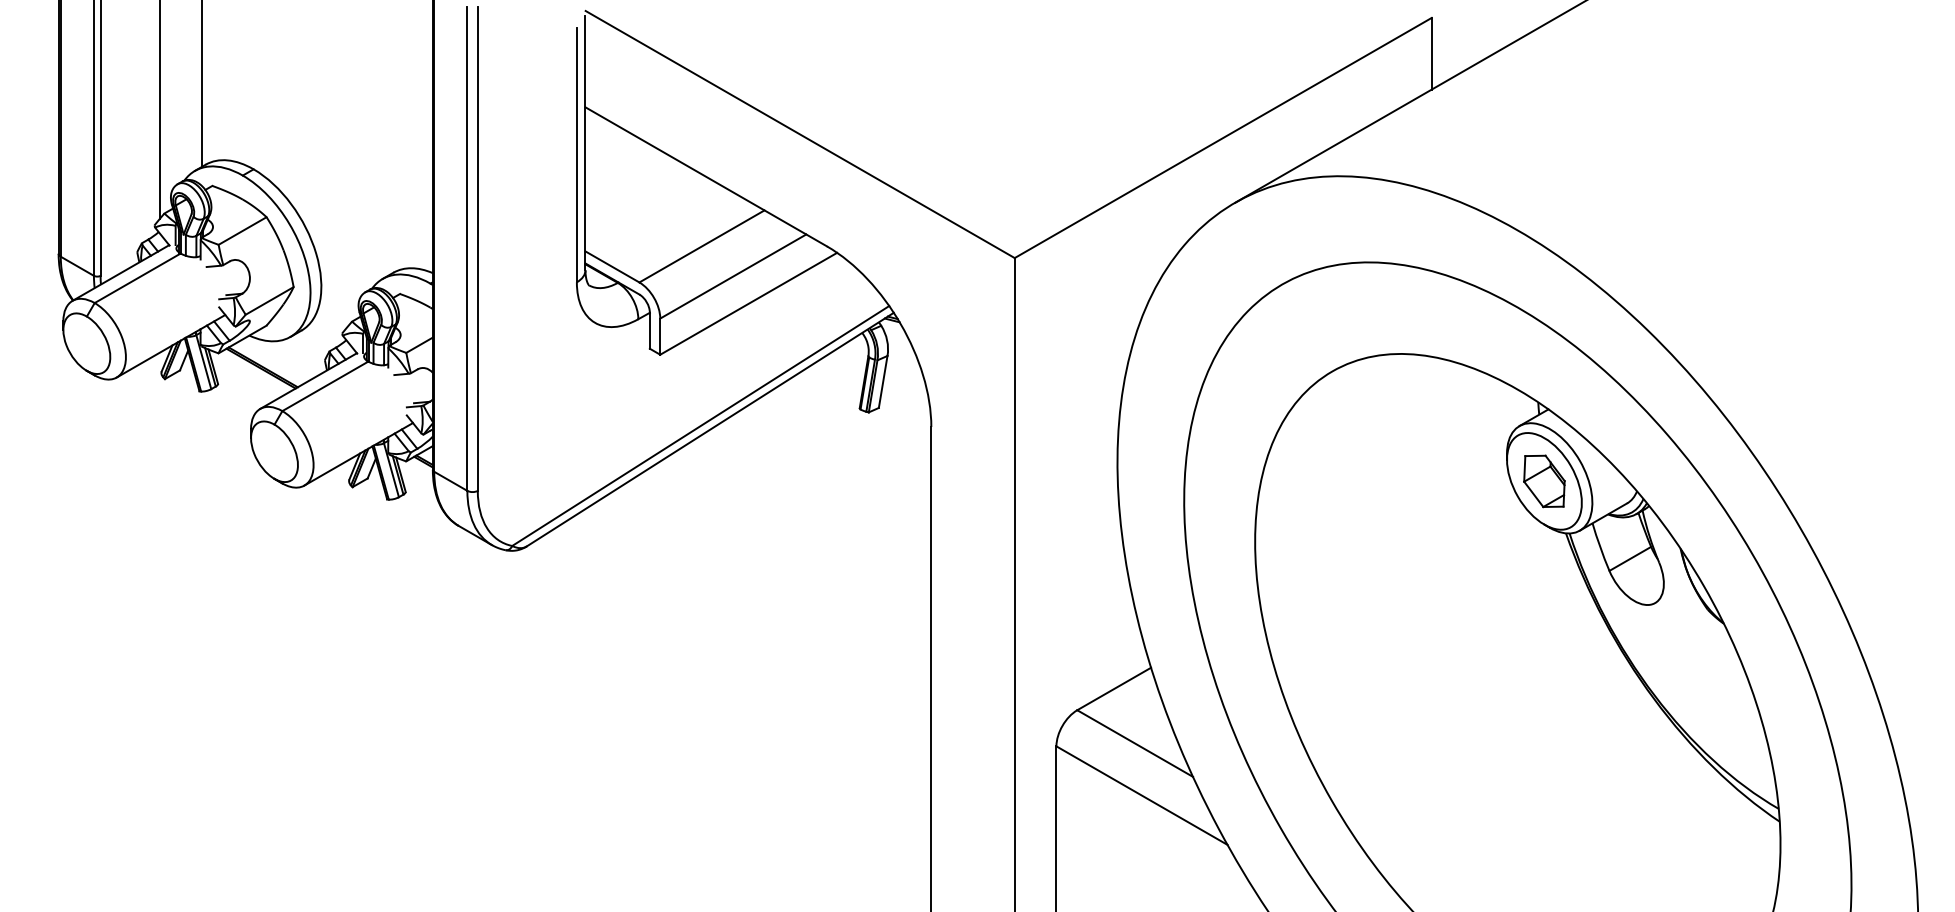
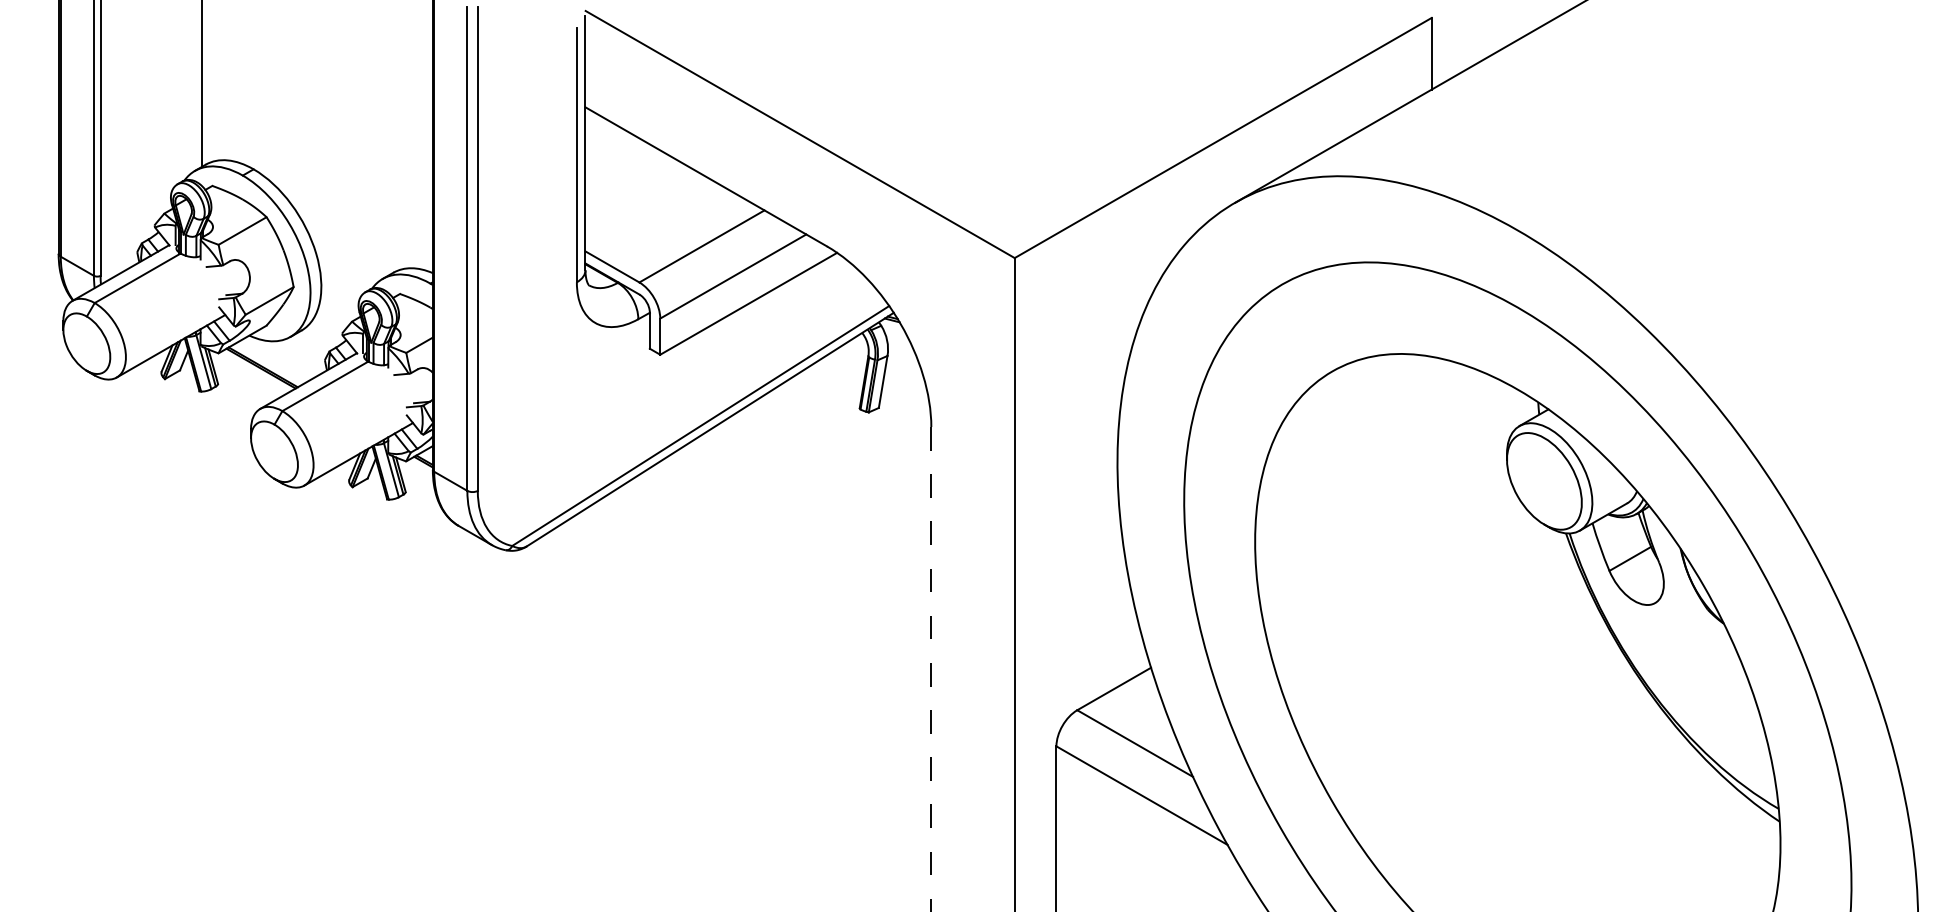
line at (159, 110): present -> none
part at (1544, 481): present -> none
line at (931, 669): solid -> dashed
